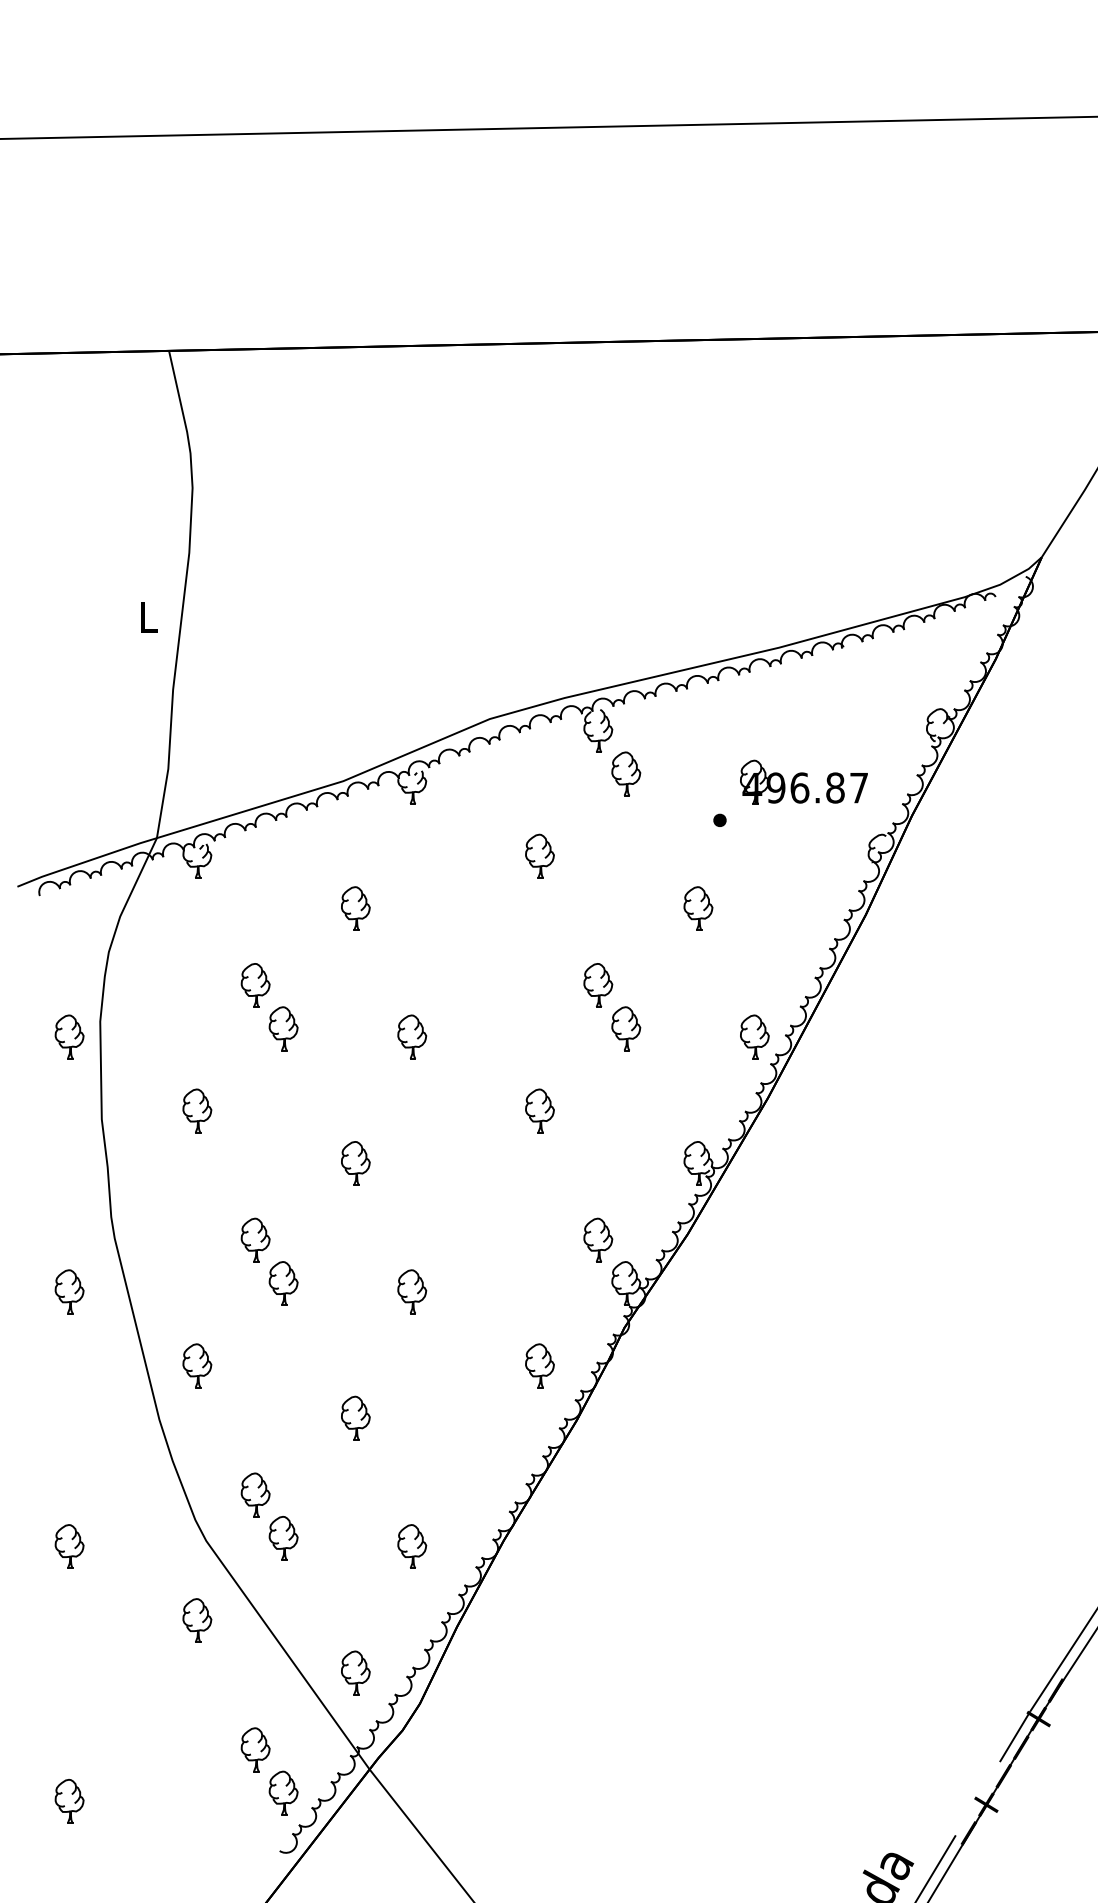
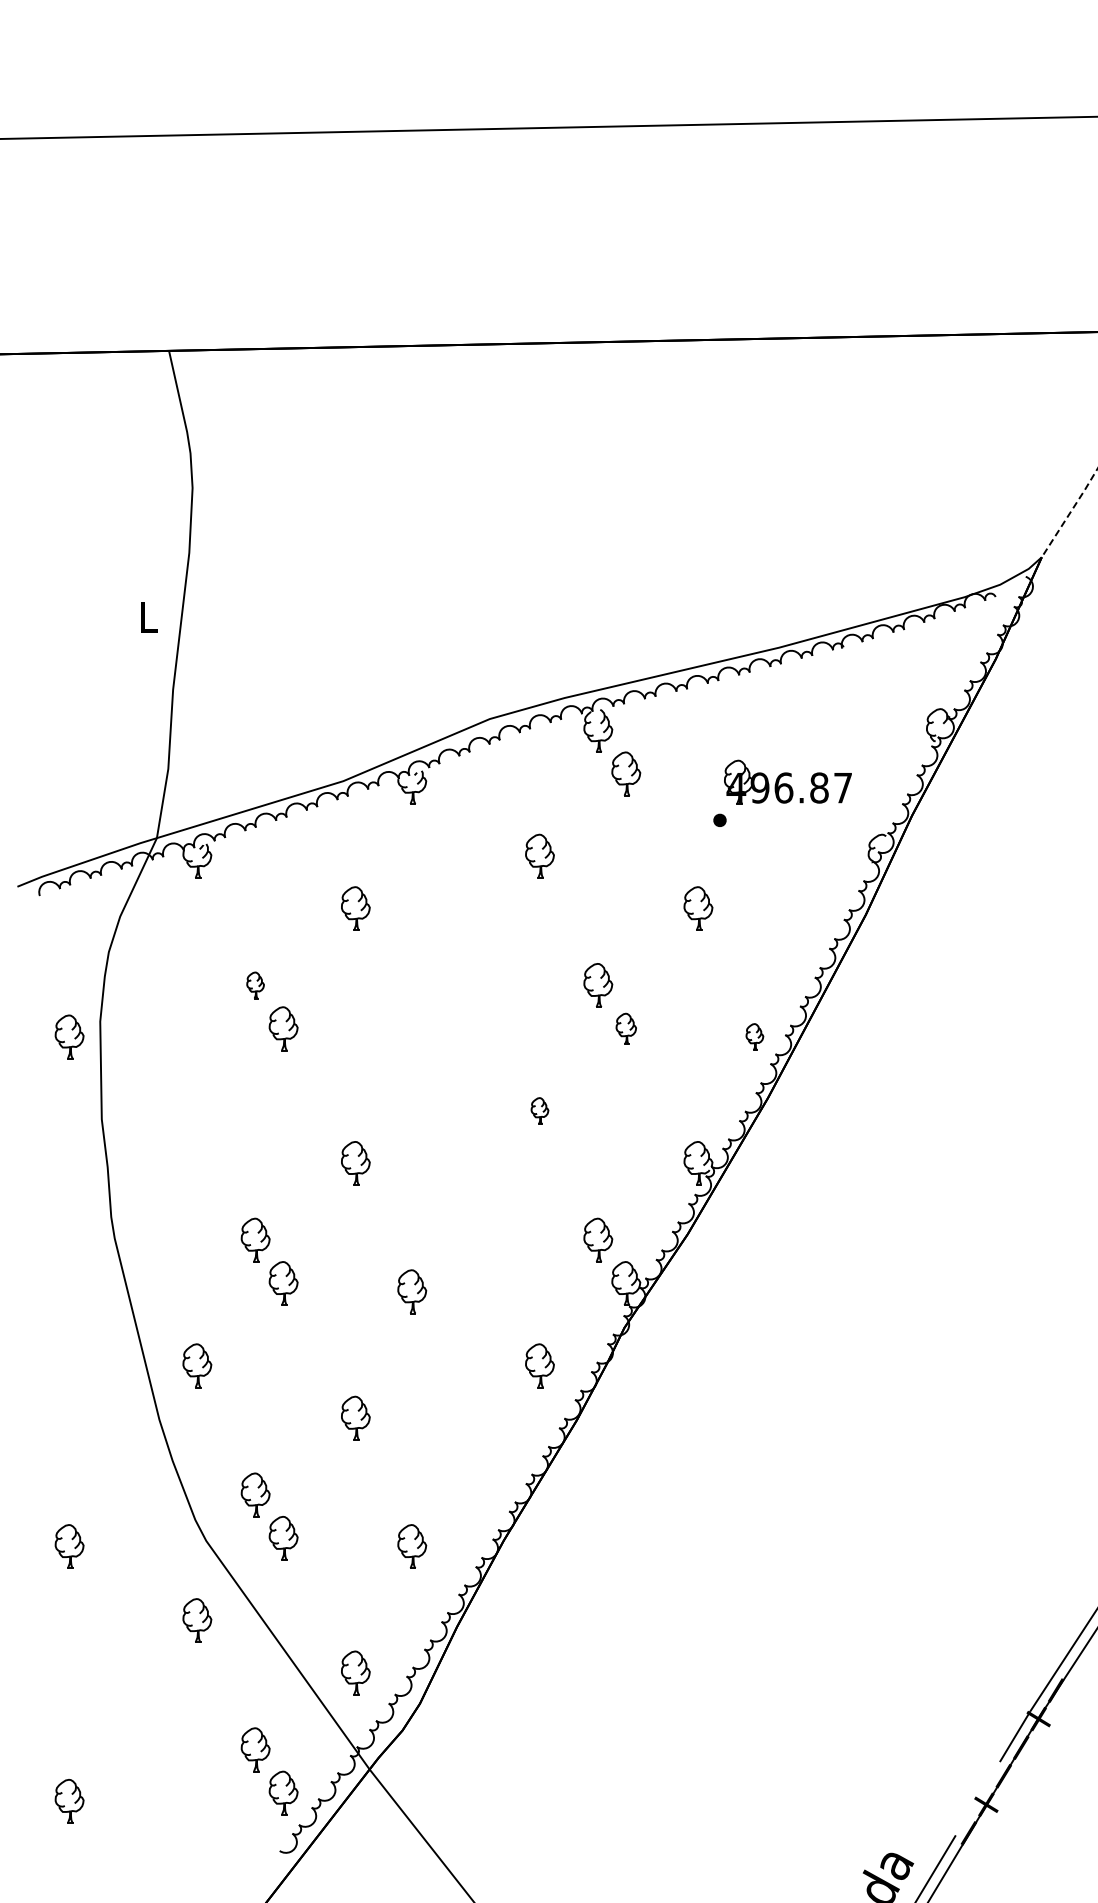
line at (1070, 512): solid -> dashed
part at (803, 781) position: (803, 781) -> (787, 781)
part at (255, 985) size: 31x45 px -> 19x29 px
part at (626, 1028) size: 31x46 px -> 22x33 px
part at (412, 1036): present -> none
part at (754, 1036) size: 30x46 px -> 20x28 px
part at (197, 1110): present -> none
part at (539, 1110) size: 30x46 px -> 20x28 px
part at (69, 1291): present -> none
